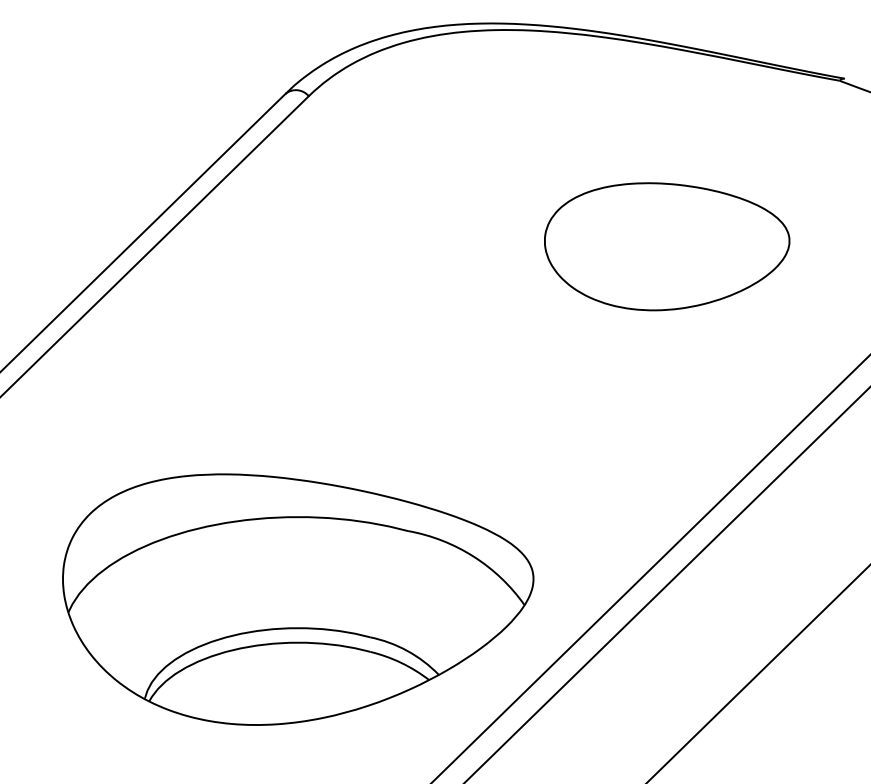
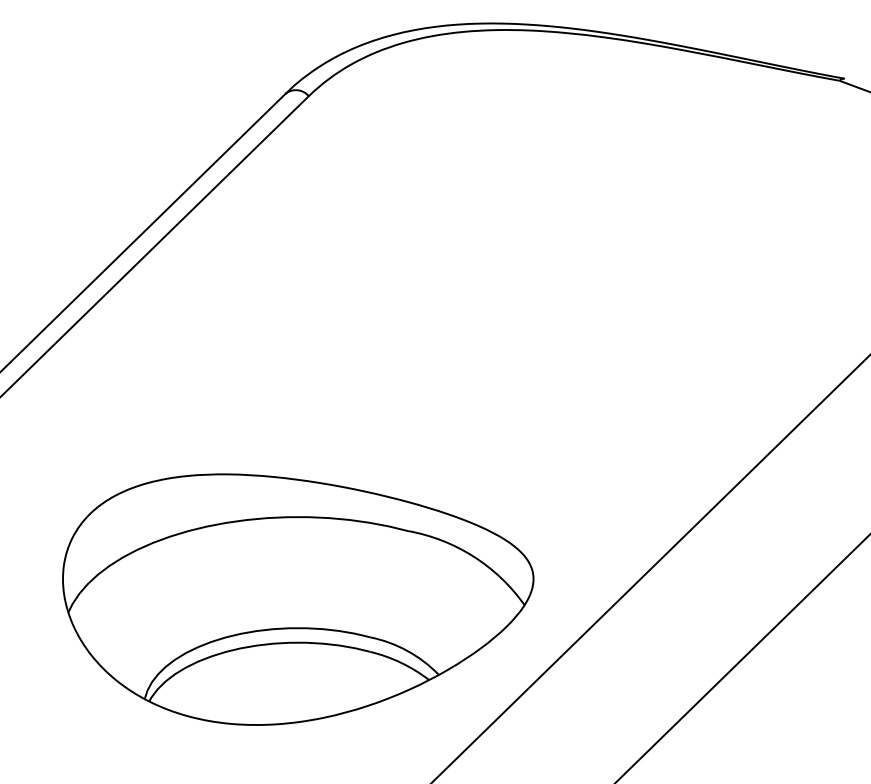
part at (667, 246): present -> none
line at (666, 584): present -> none
line at (758, 673) position: (758, 673) -> (742, 658)
